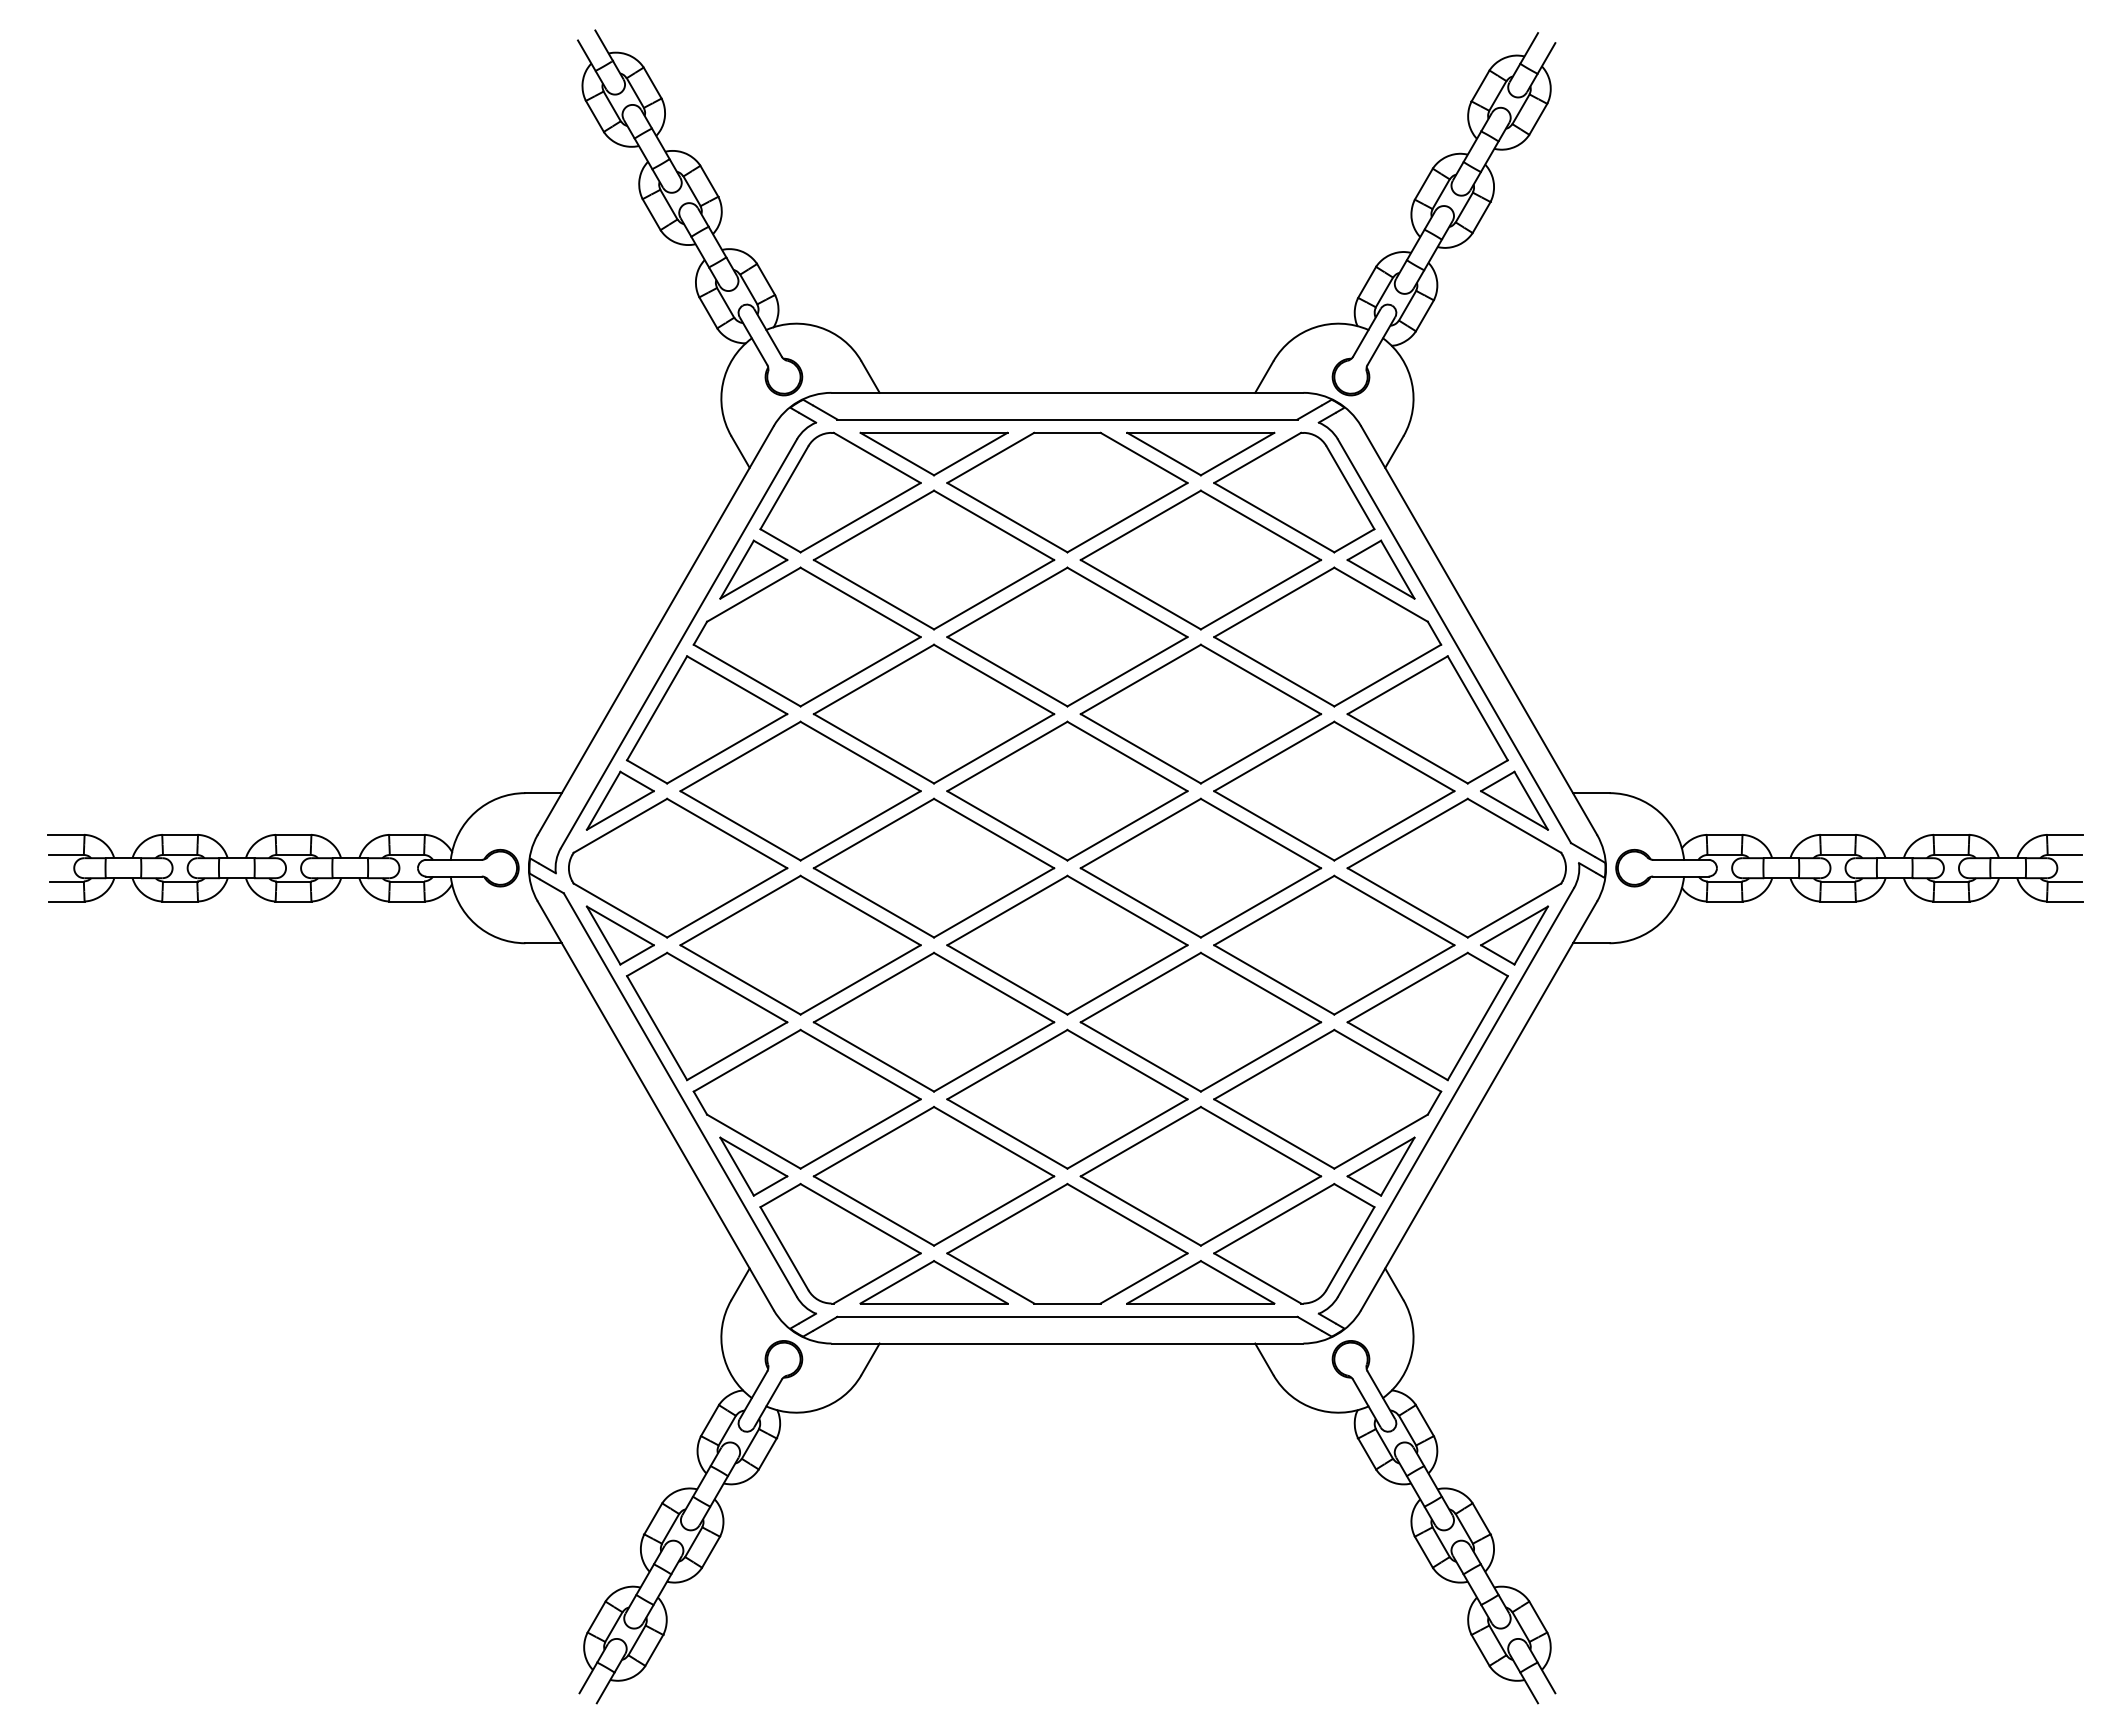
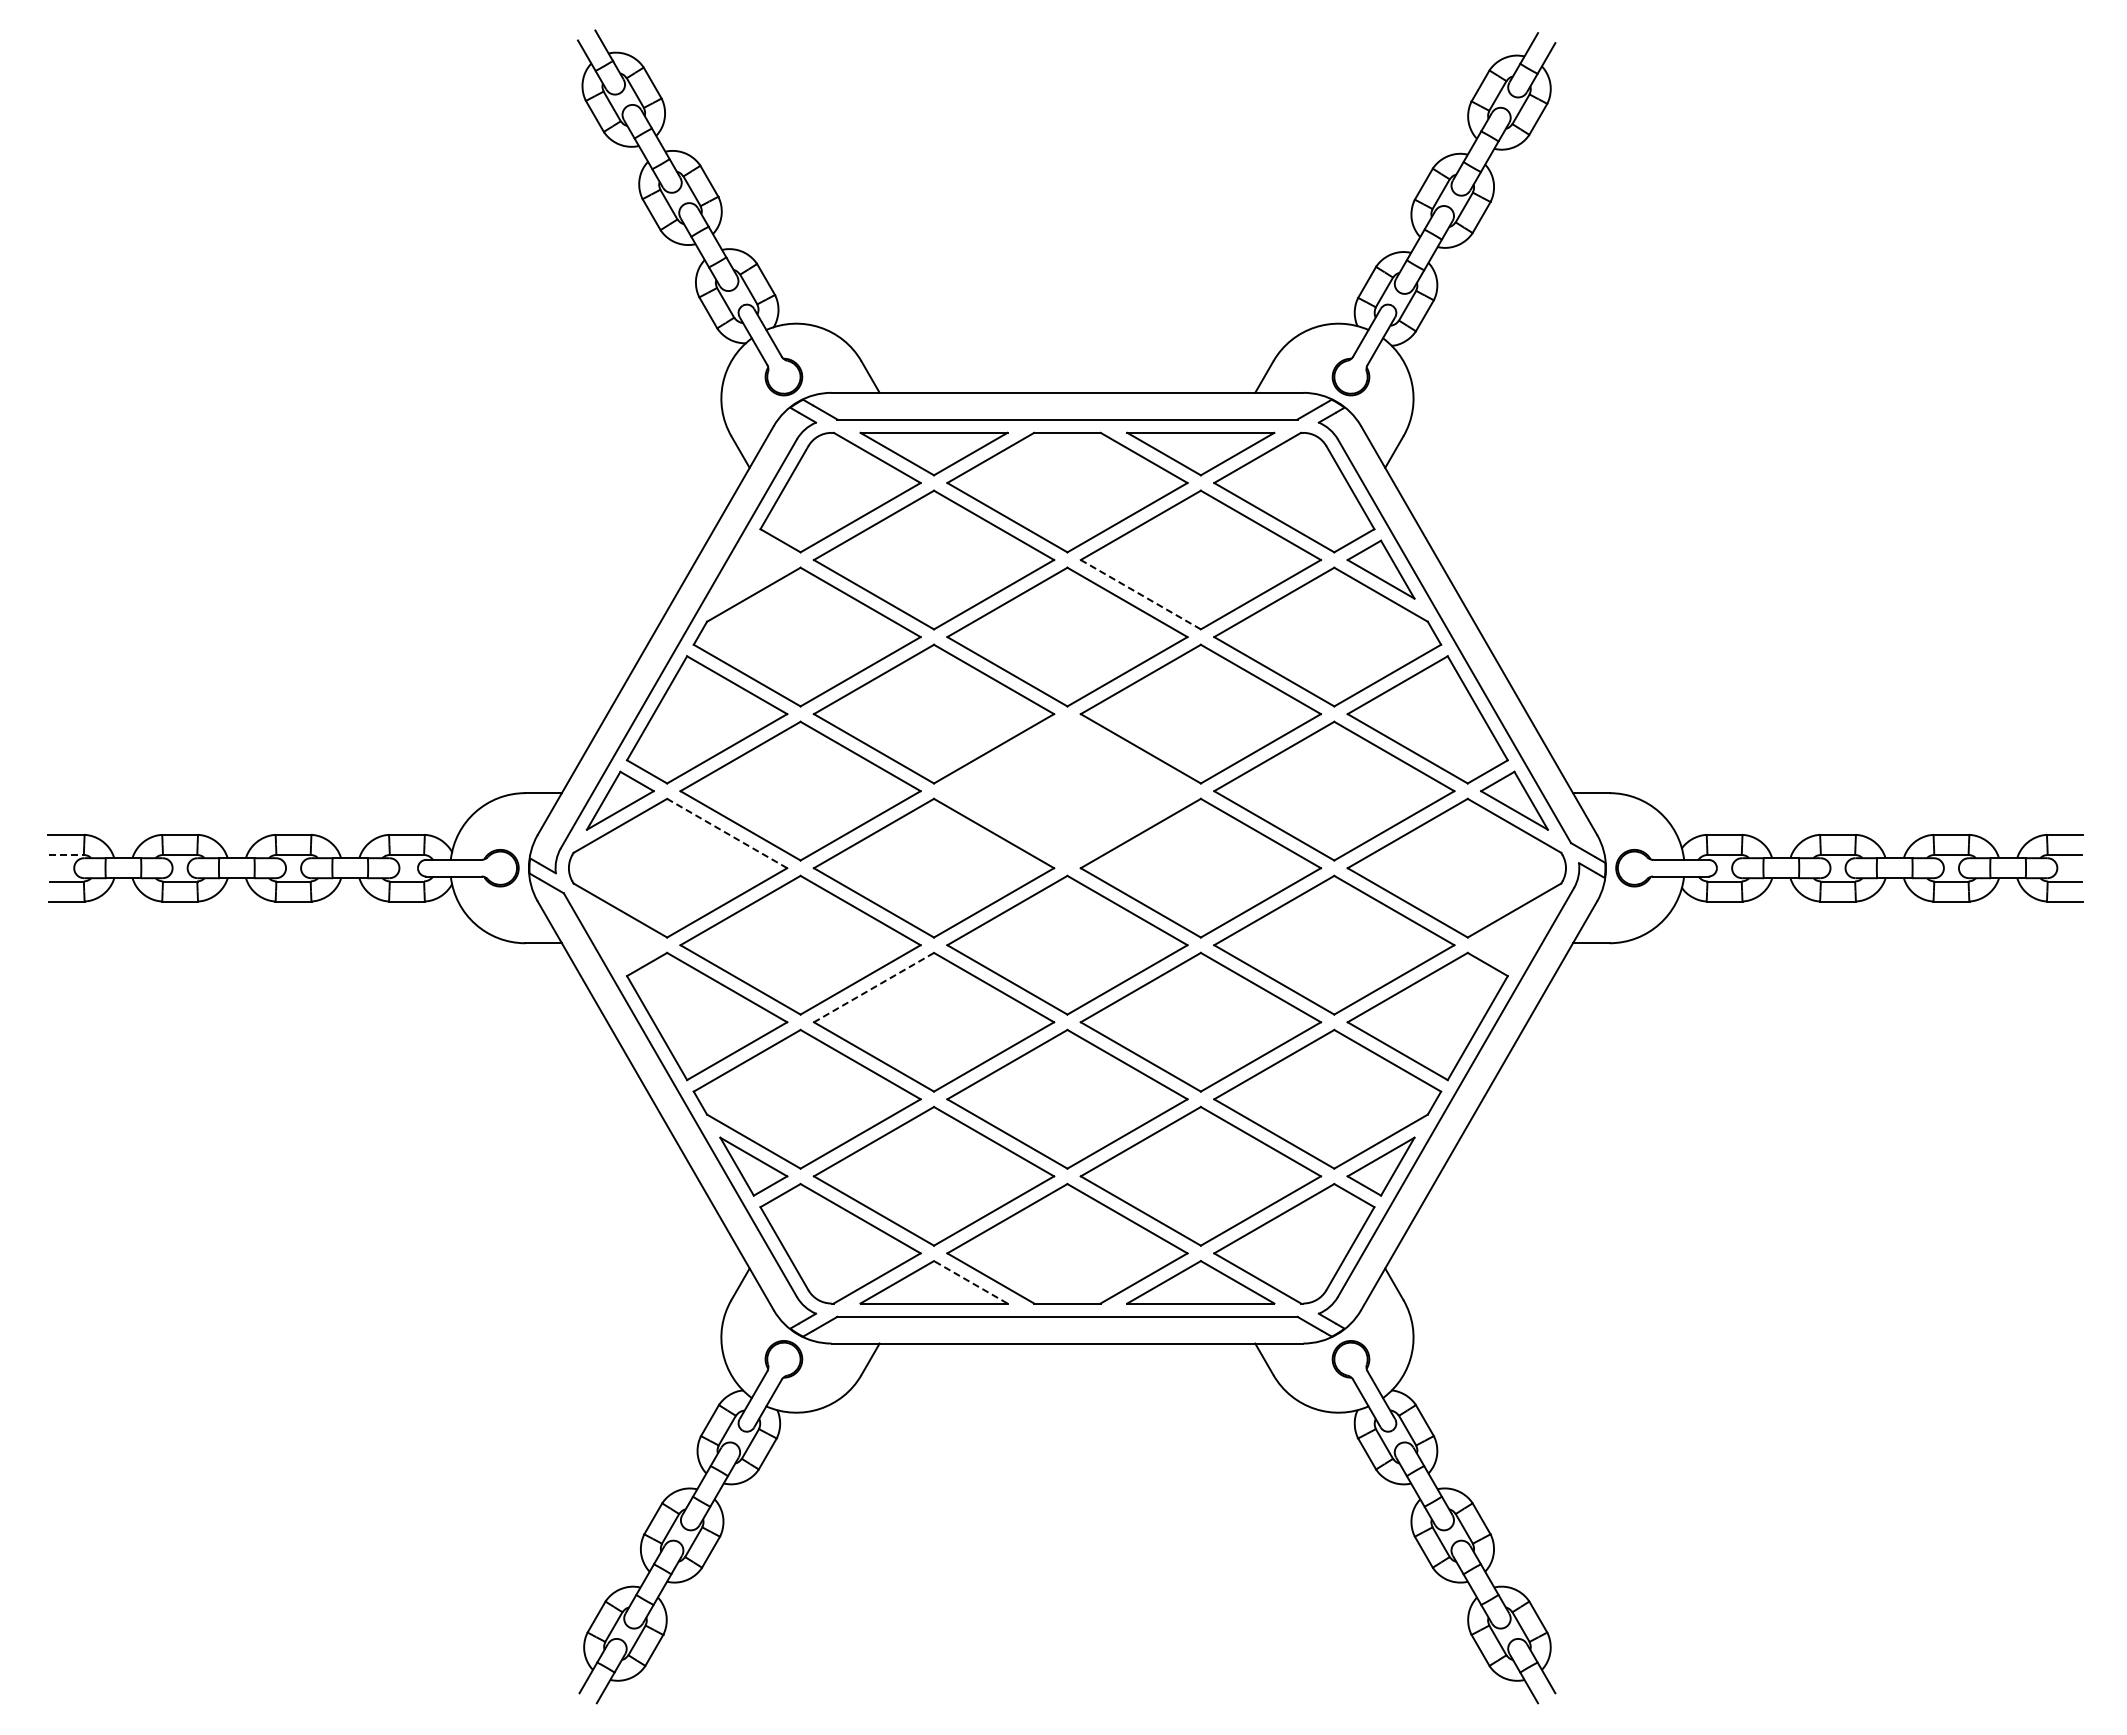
part at (753, 569): present -> none
line at (1140, 594): solid -> dashed
part at (1067, 790): present -> none
line at (726, 833): solid -> dashed
line at (67, 854): solid -> dashed
part at (619, 935): present -> none
part at (1514, 935): present -> none
line at (873, 987): solid -> dashed
line at (970, 1282): solid -> dashed
